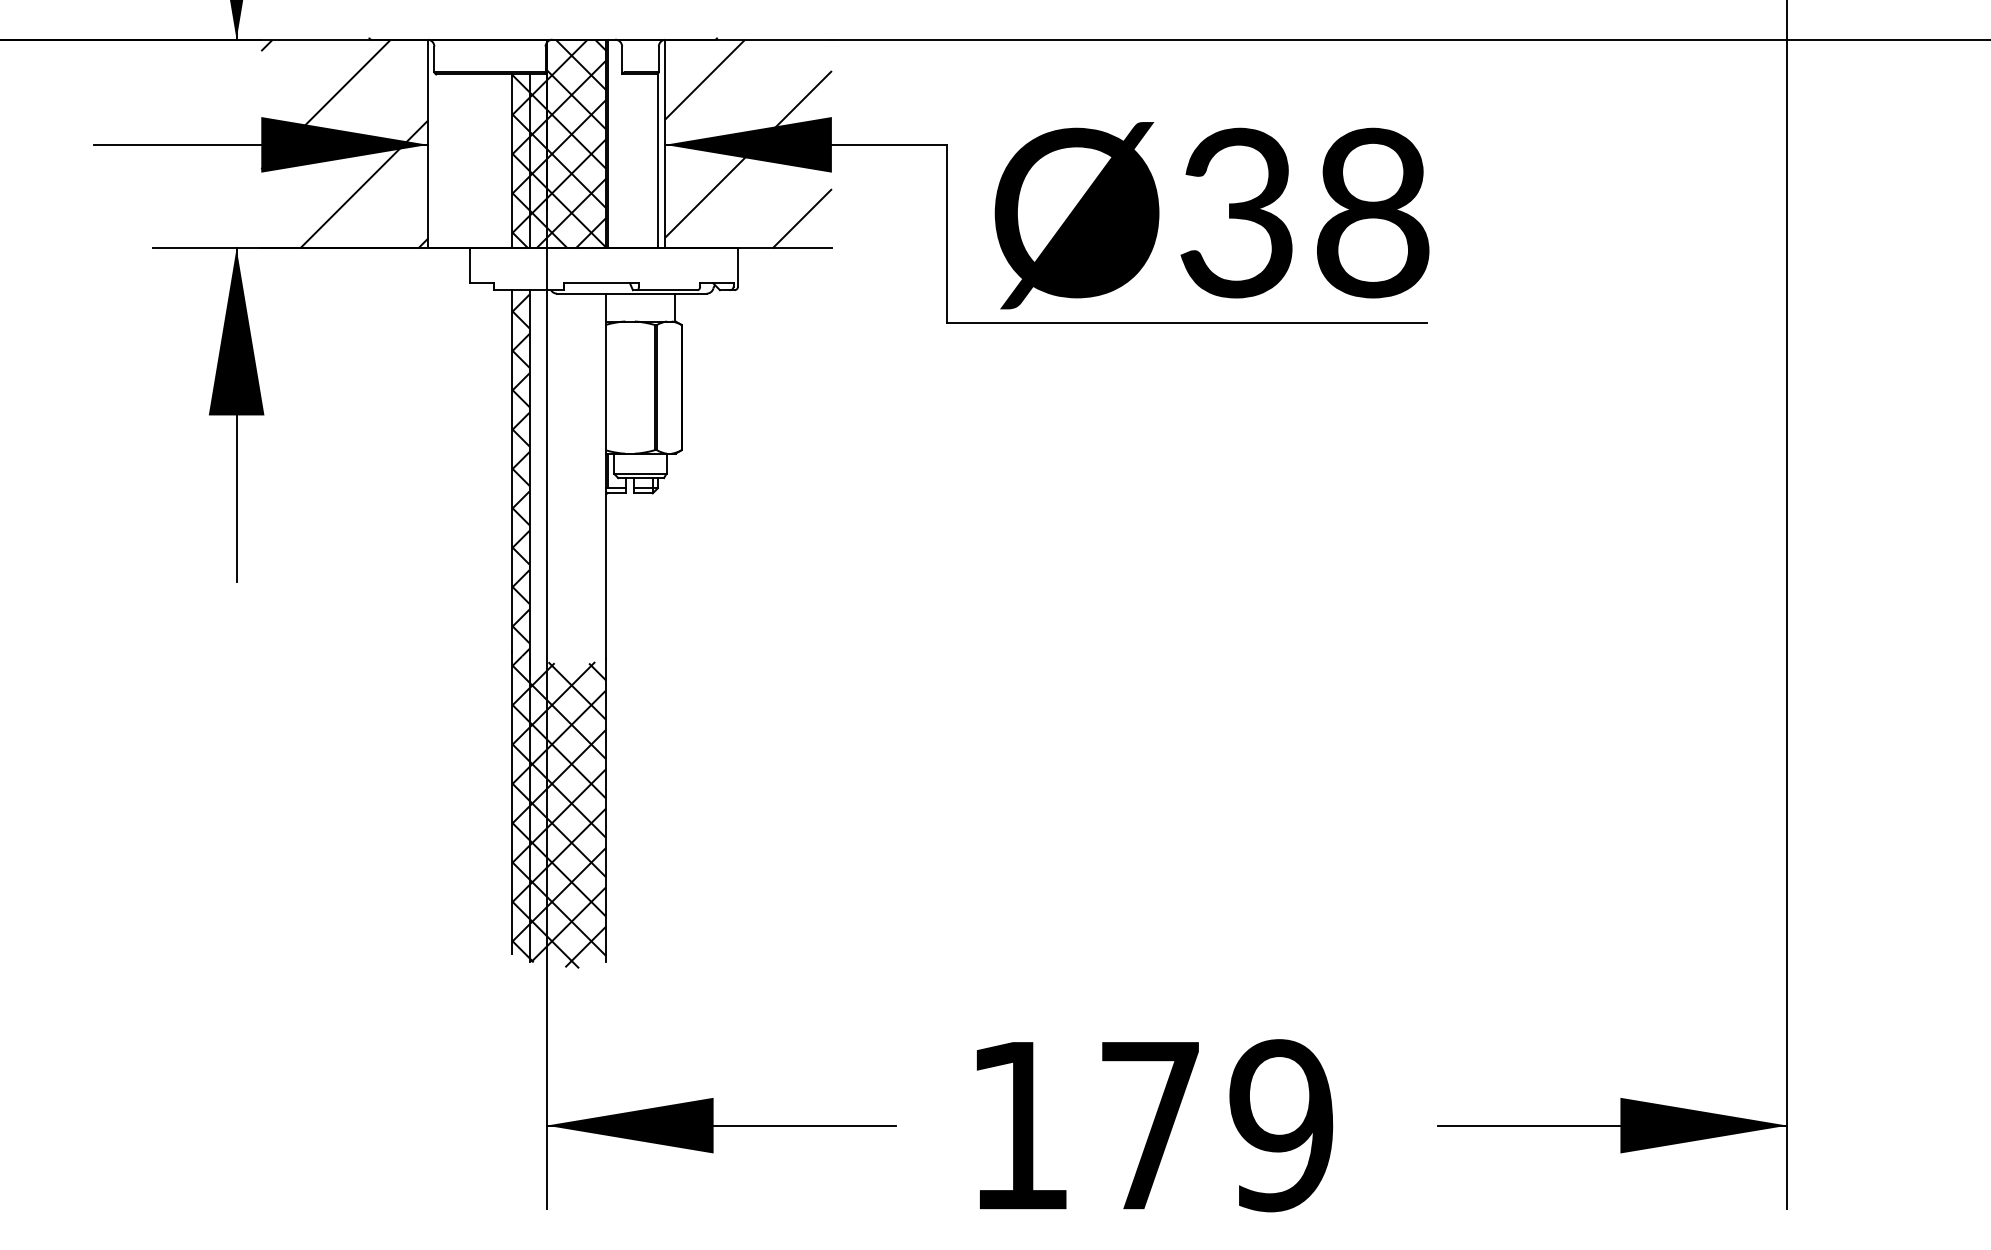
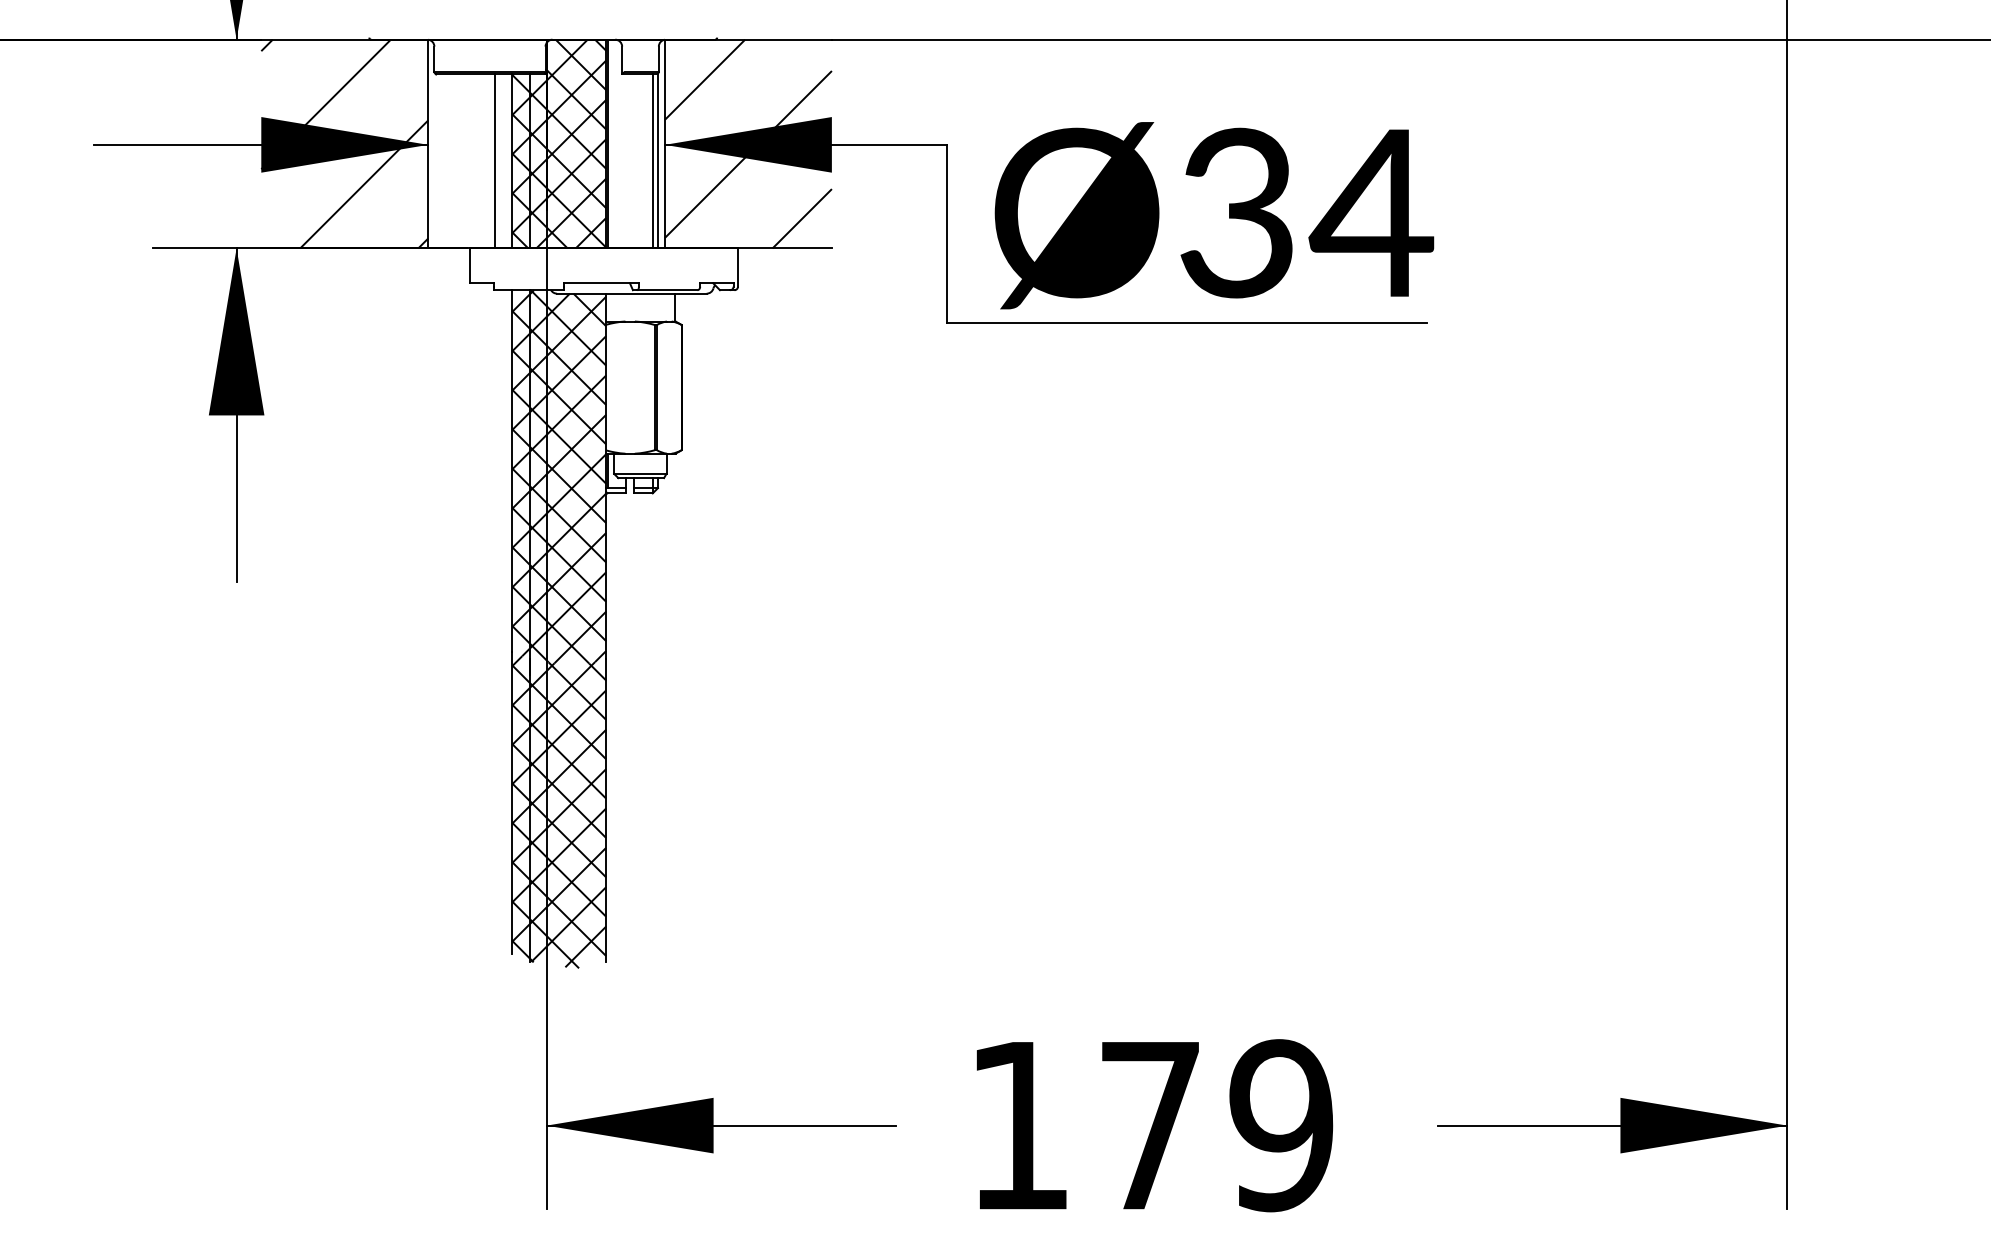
line at (495, 161): none -> present
line at (652, 161): none -> present
text at (1371, 212): Ø38 -> Ø34
hatch at (567, 476): none -> present
